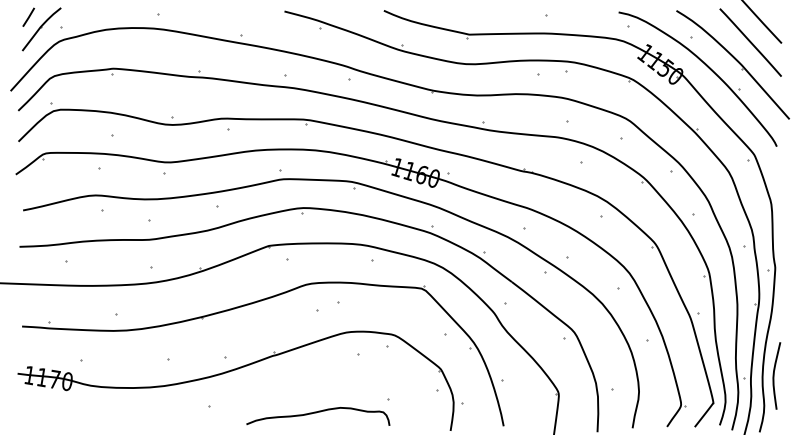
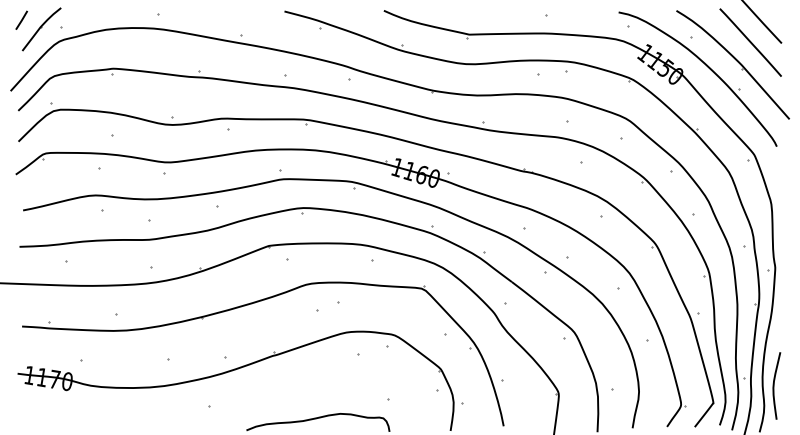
line at (28, 16) position: (28, 16) -> (21, 19)
curve at (774, 375) position: (774, 375) -> (774, 385)
curve at (316, 413) position: (316, 413) -> (316, 419)
